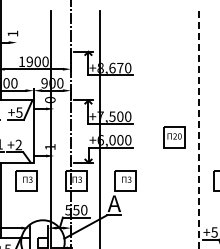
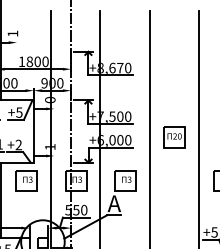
text at (29, 61): 1900 -> 1800
line at (149, 128): none -> present
line at (199, 129): dashed -> solid
